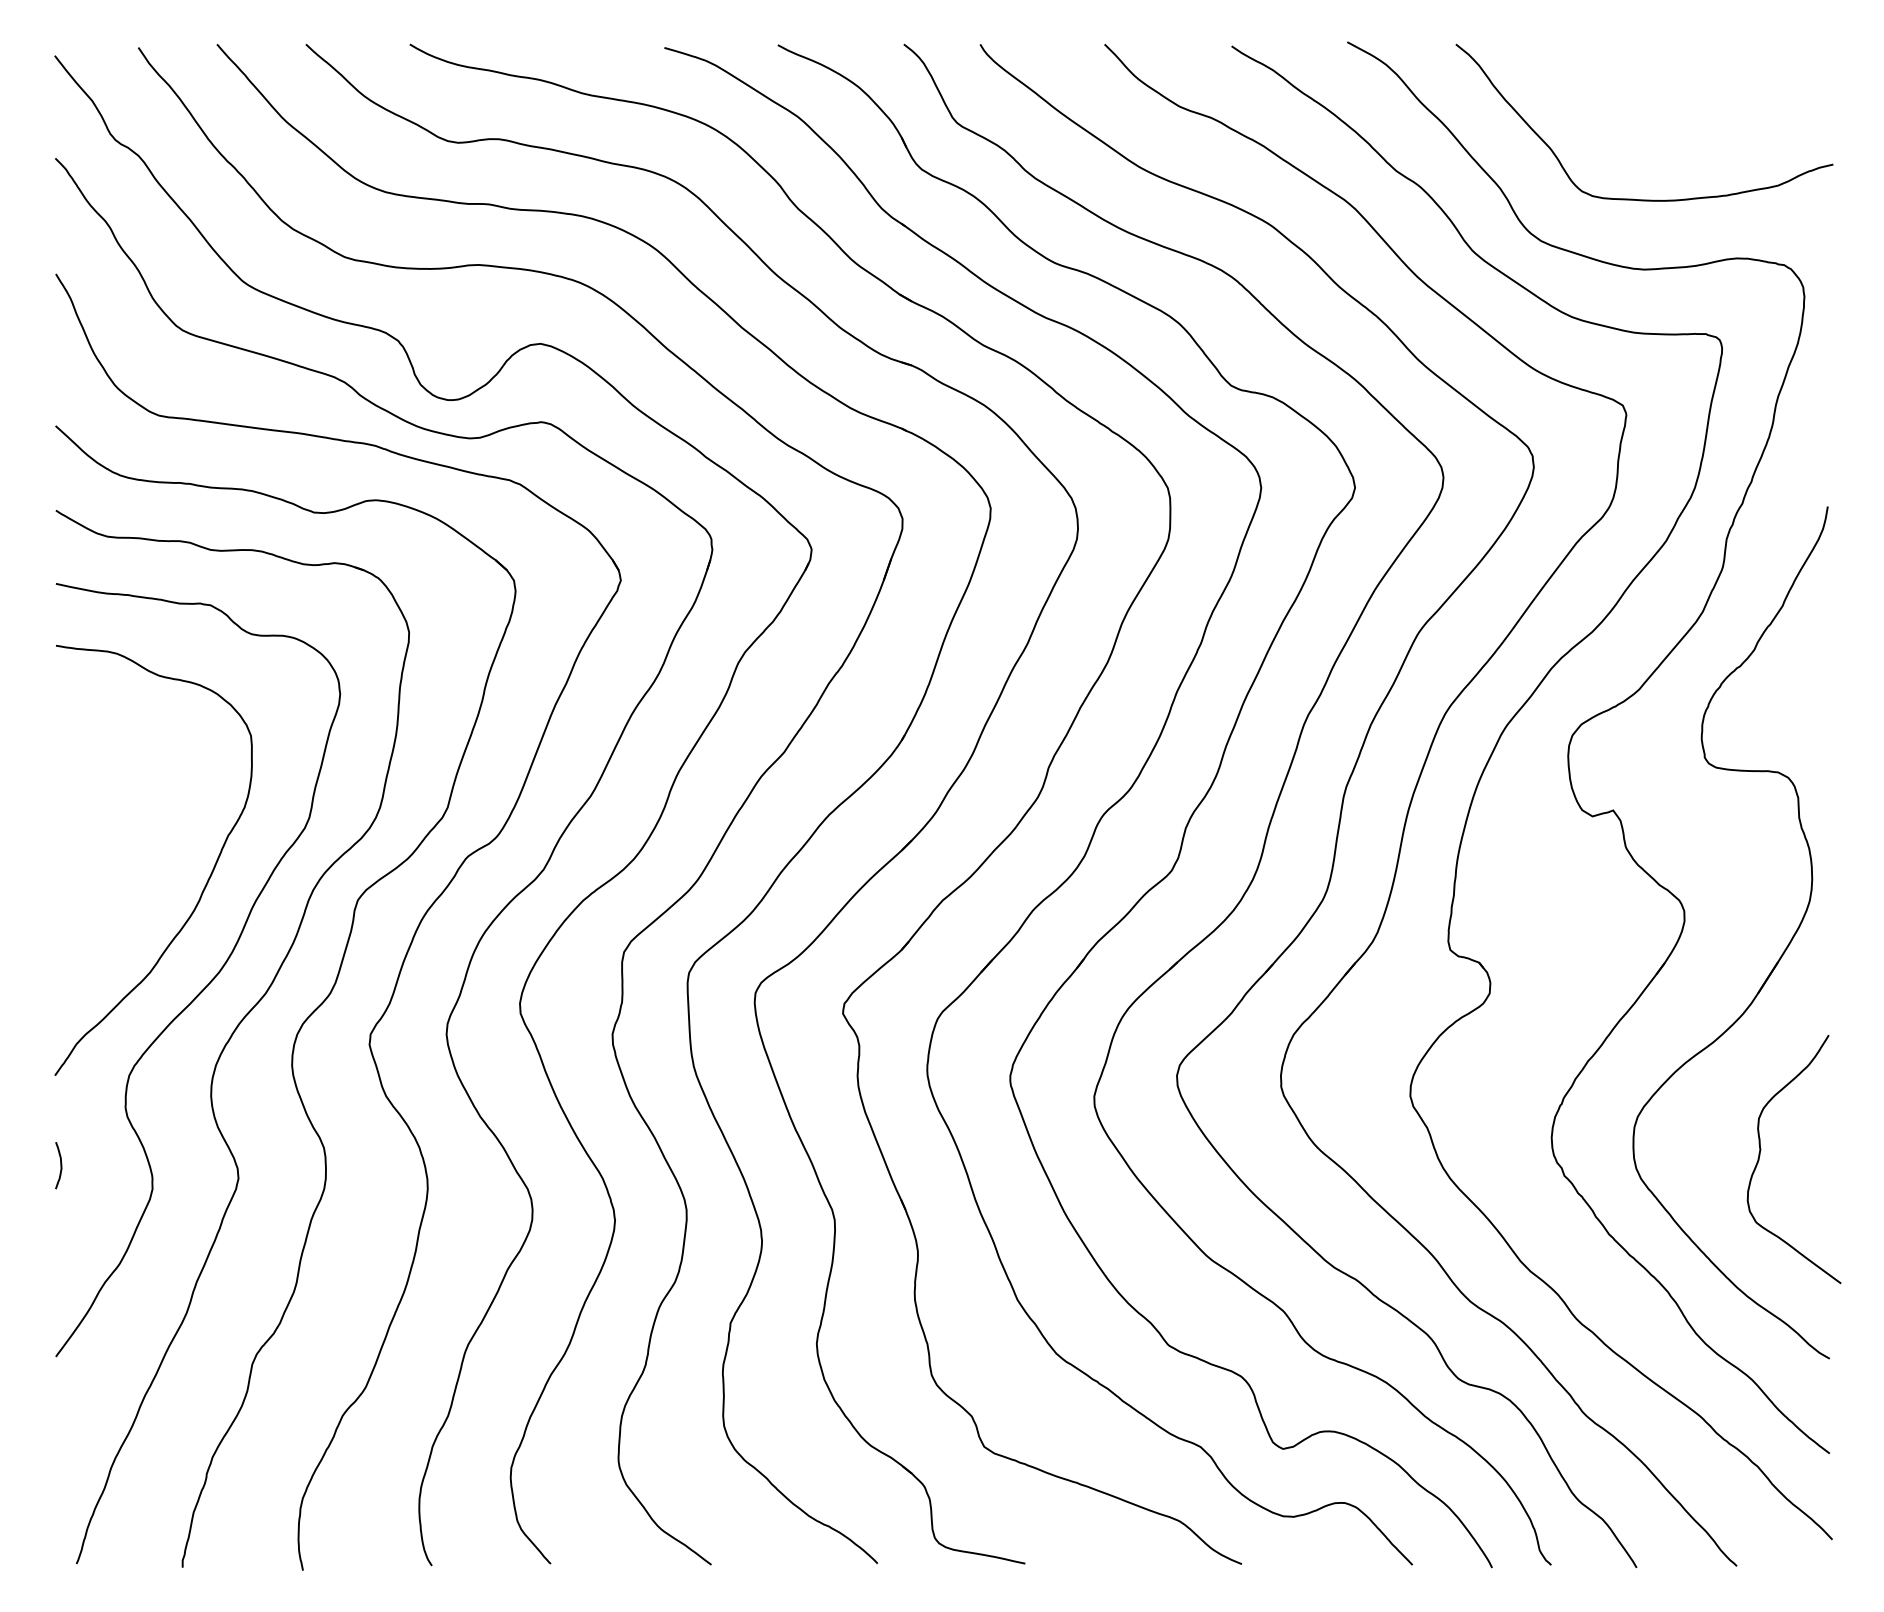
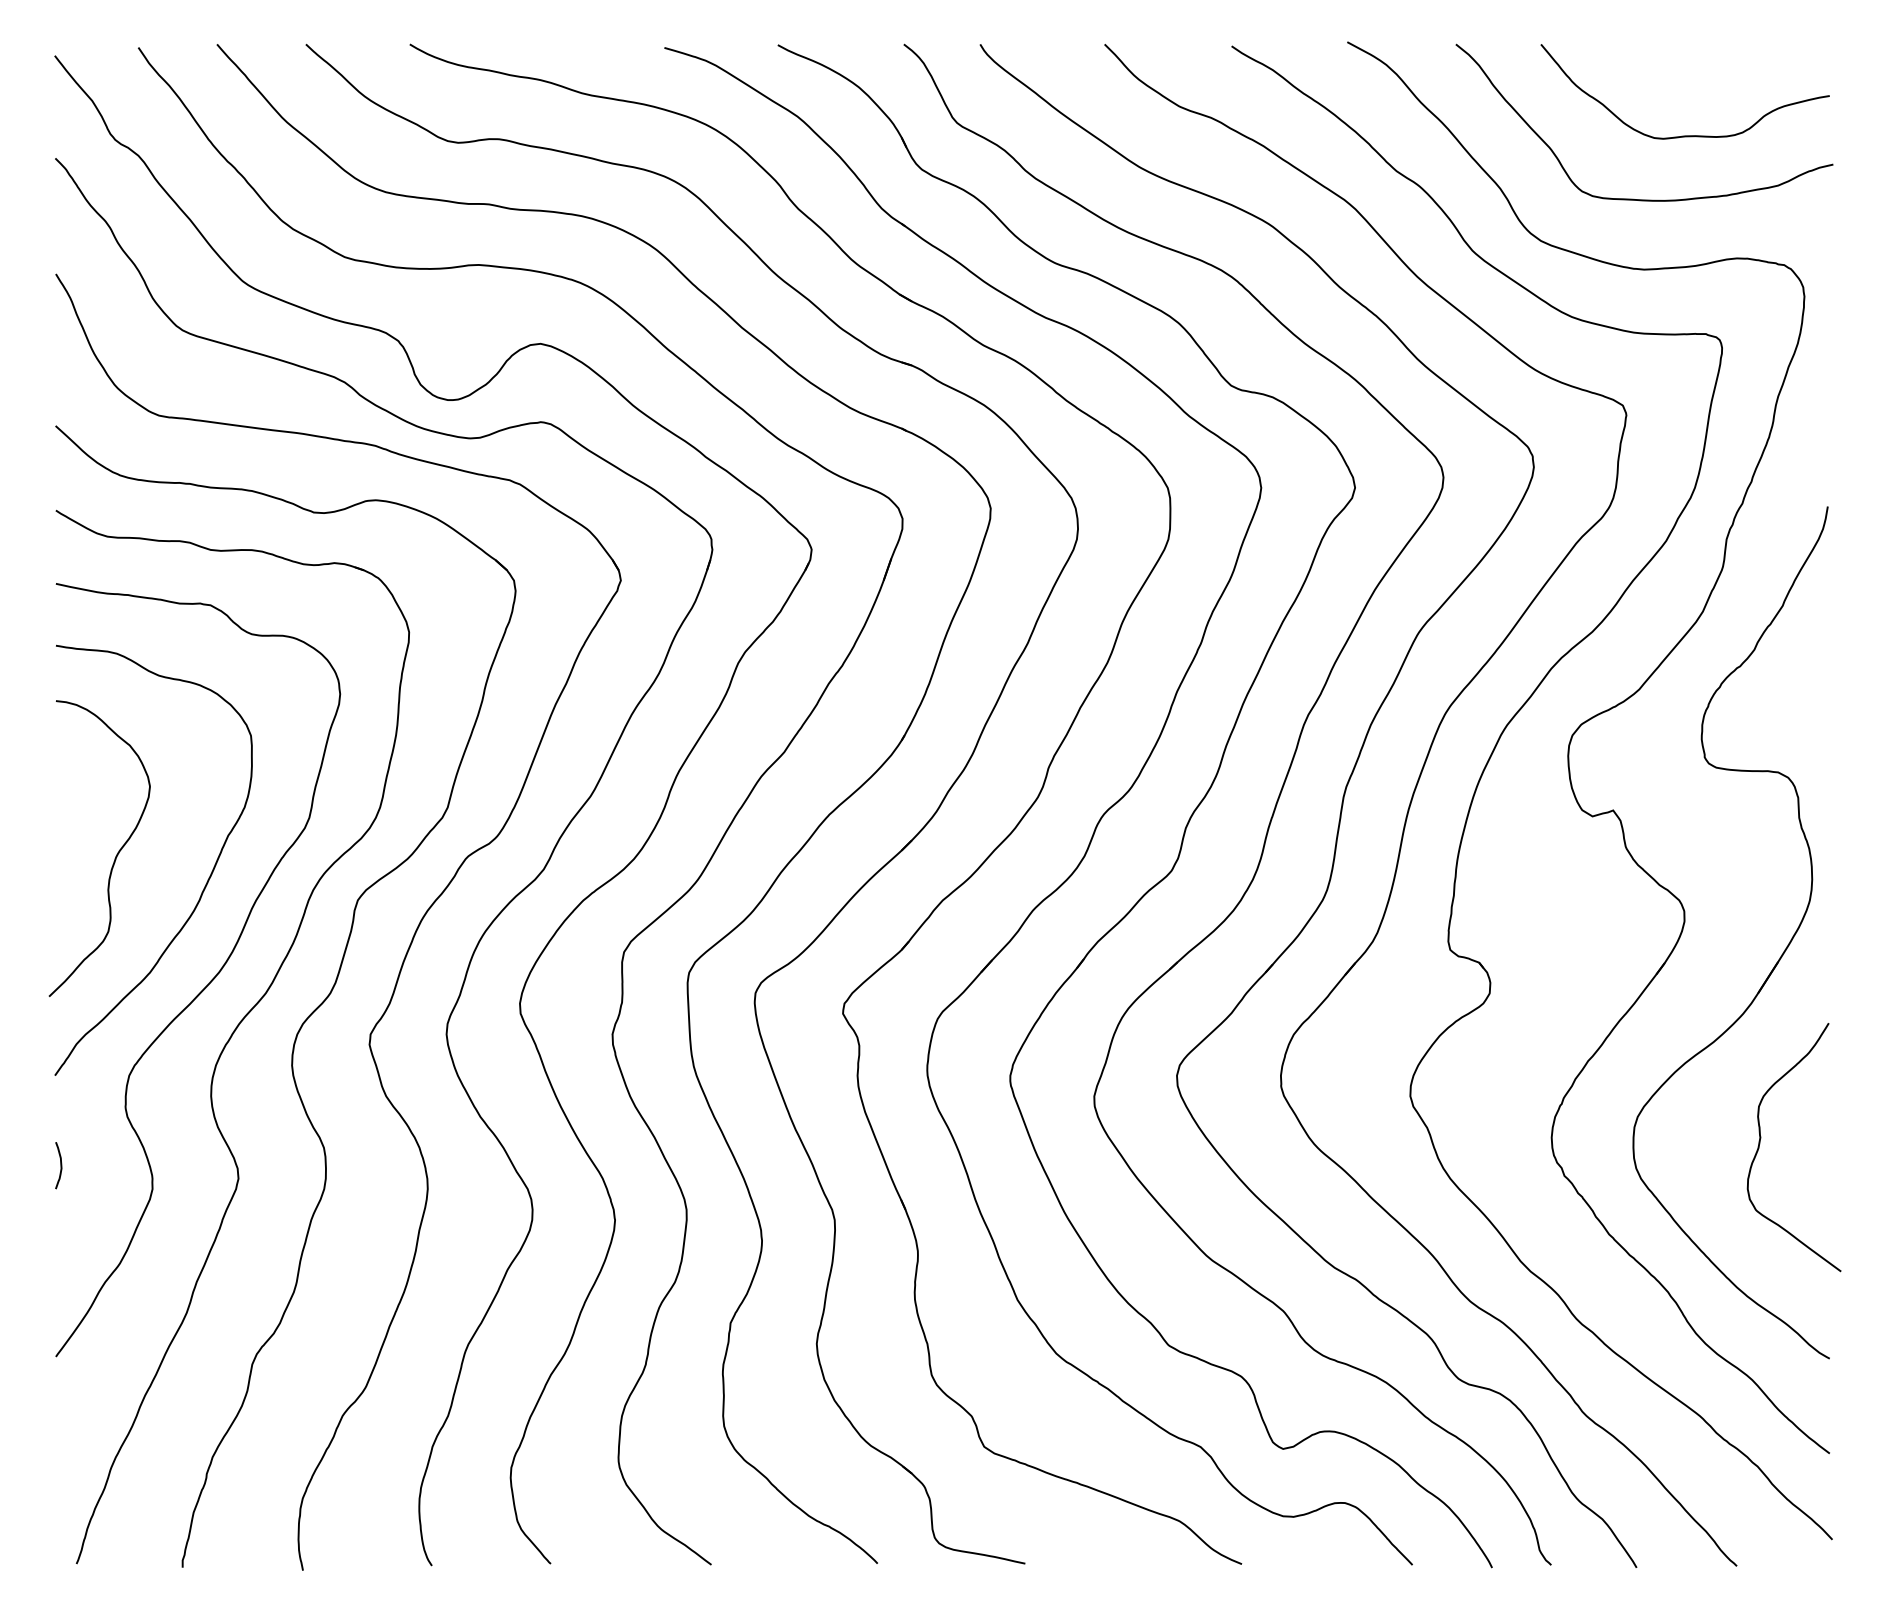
curve at (1684, 135): none -> present
curve at (115, 856): none -> present
curve at (1760, 1156) position: (1760, 1156) -> (1760, 1144)
